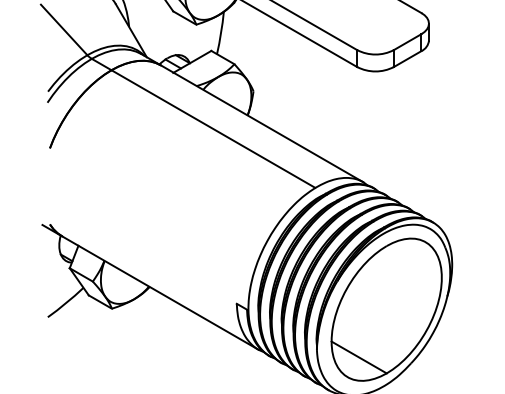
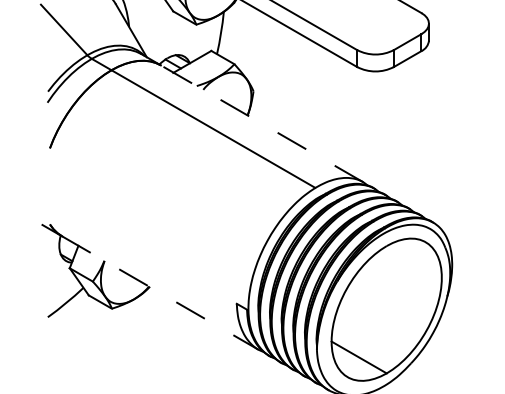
line at (262, 123): solid -> dashed
line at (160, 293): solid -> dashed
